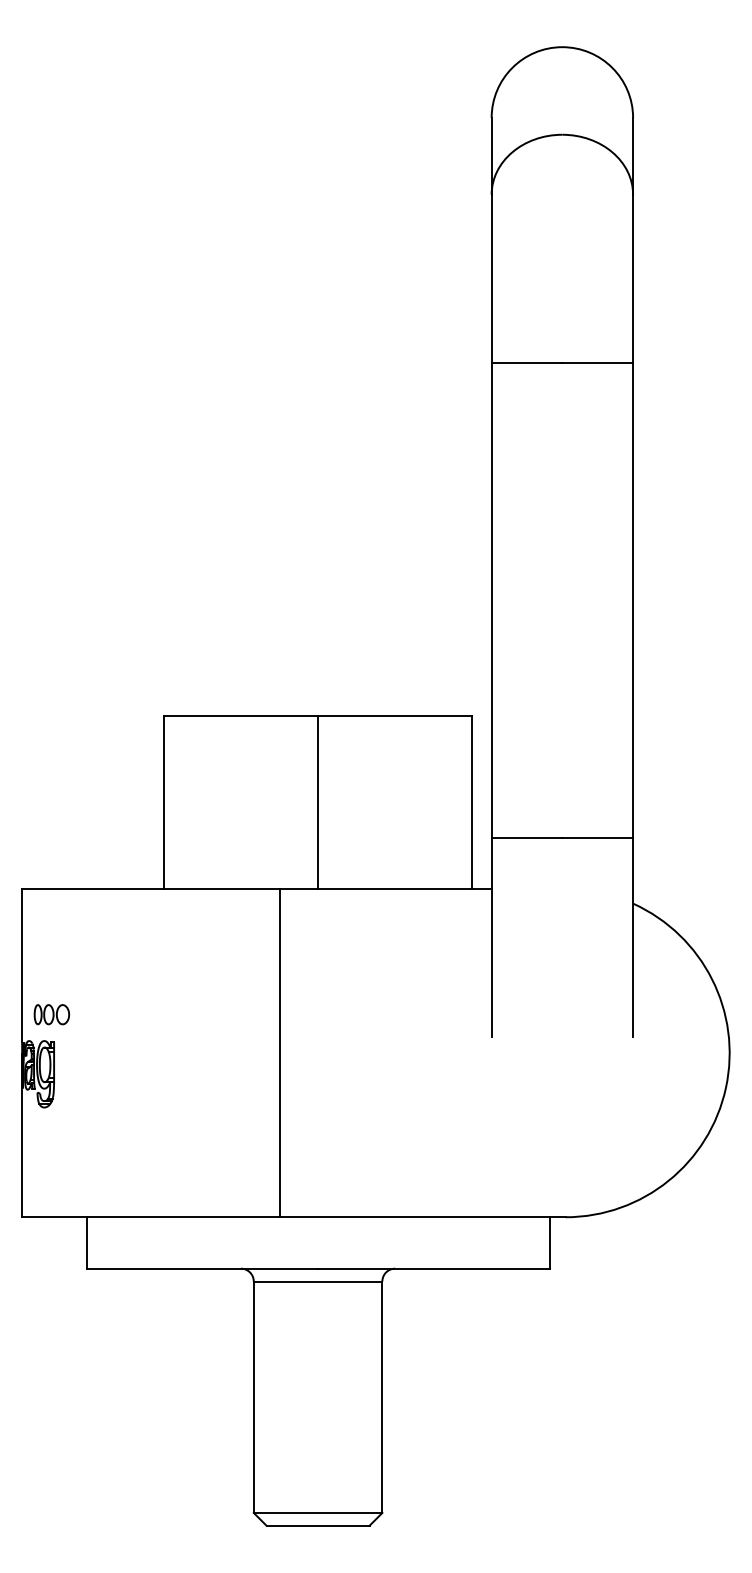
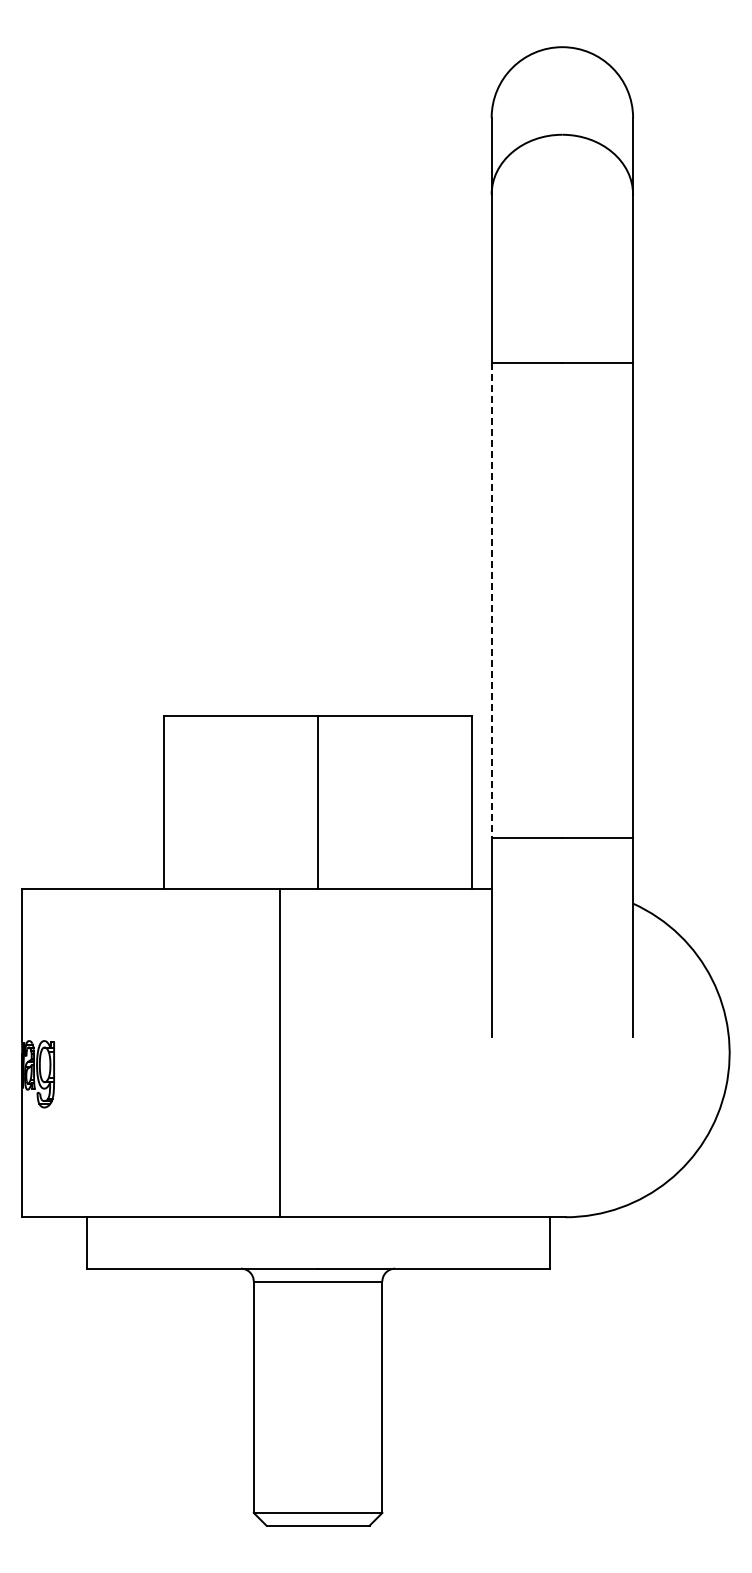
line at (491, 601): solid -> dashed
part at (51, 1014): present -> none
